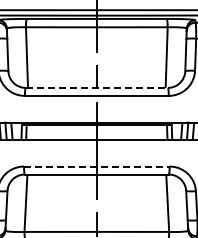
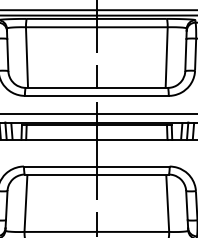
line at (97, 87): dashed -> solid
line at (98, 113): none -> present
line at (96, 166): dashed -> solid
